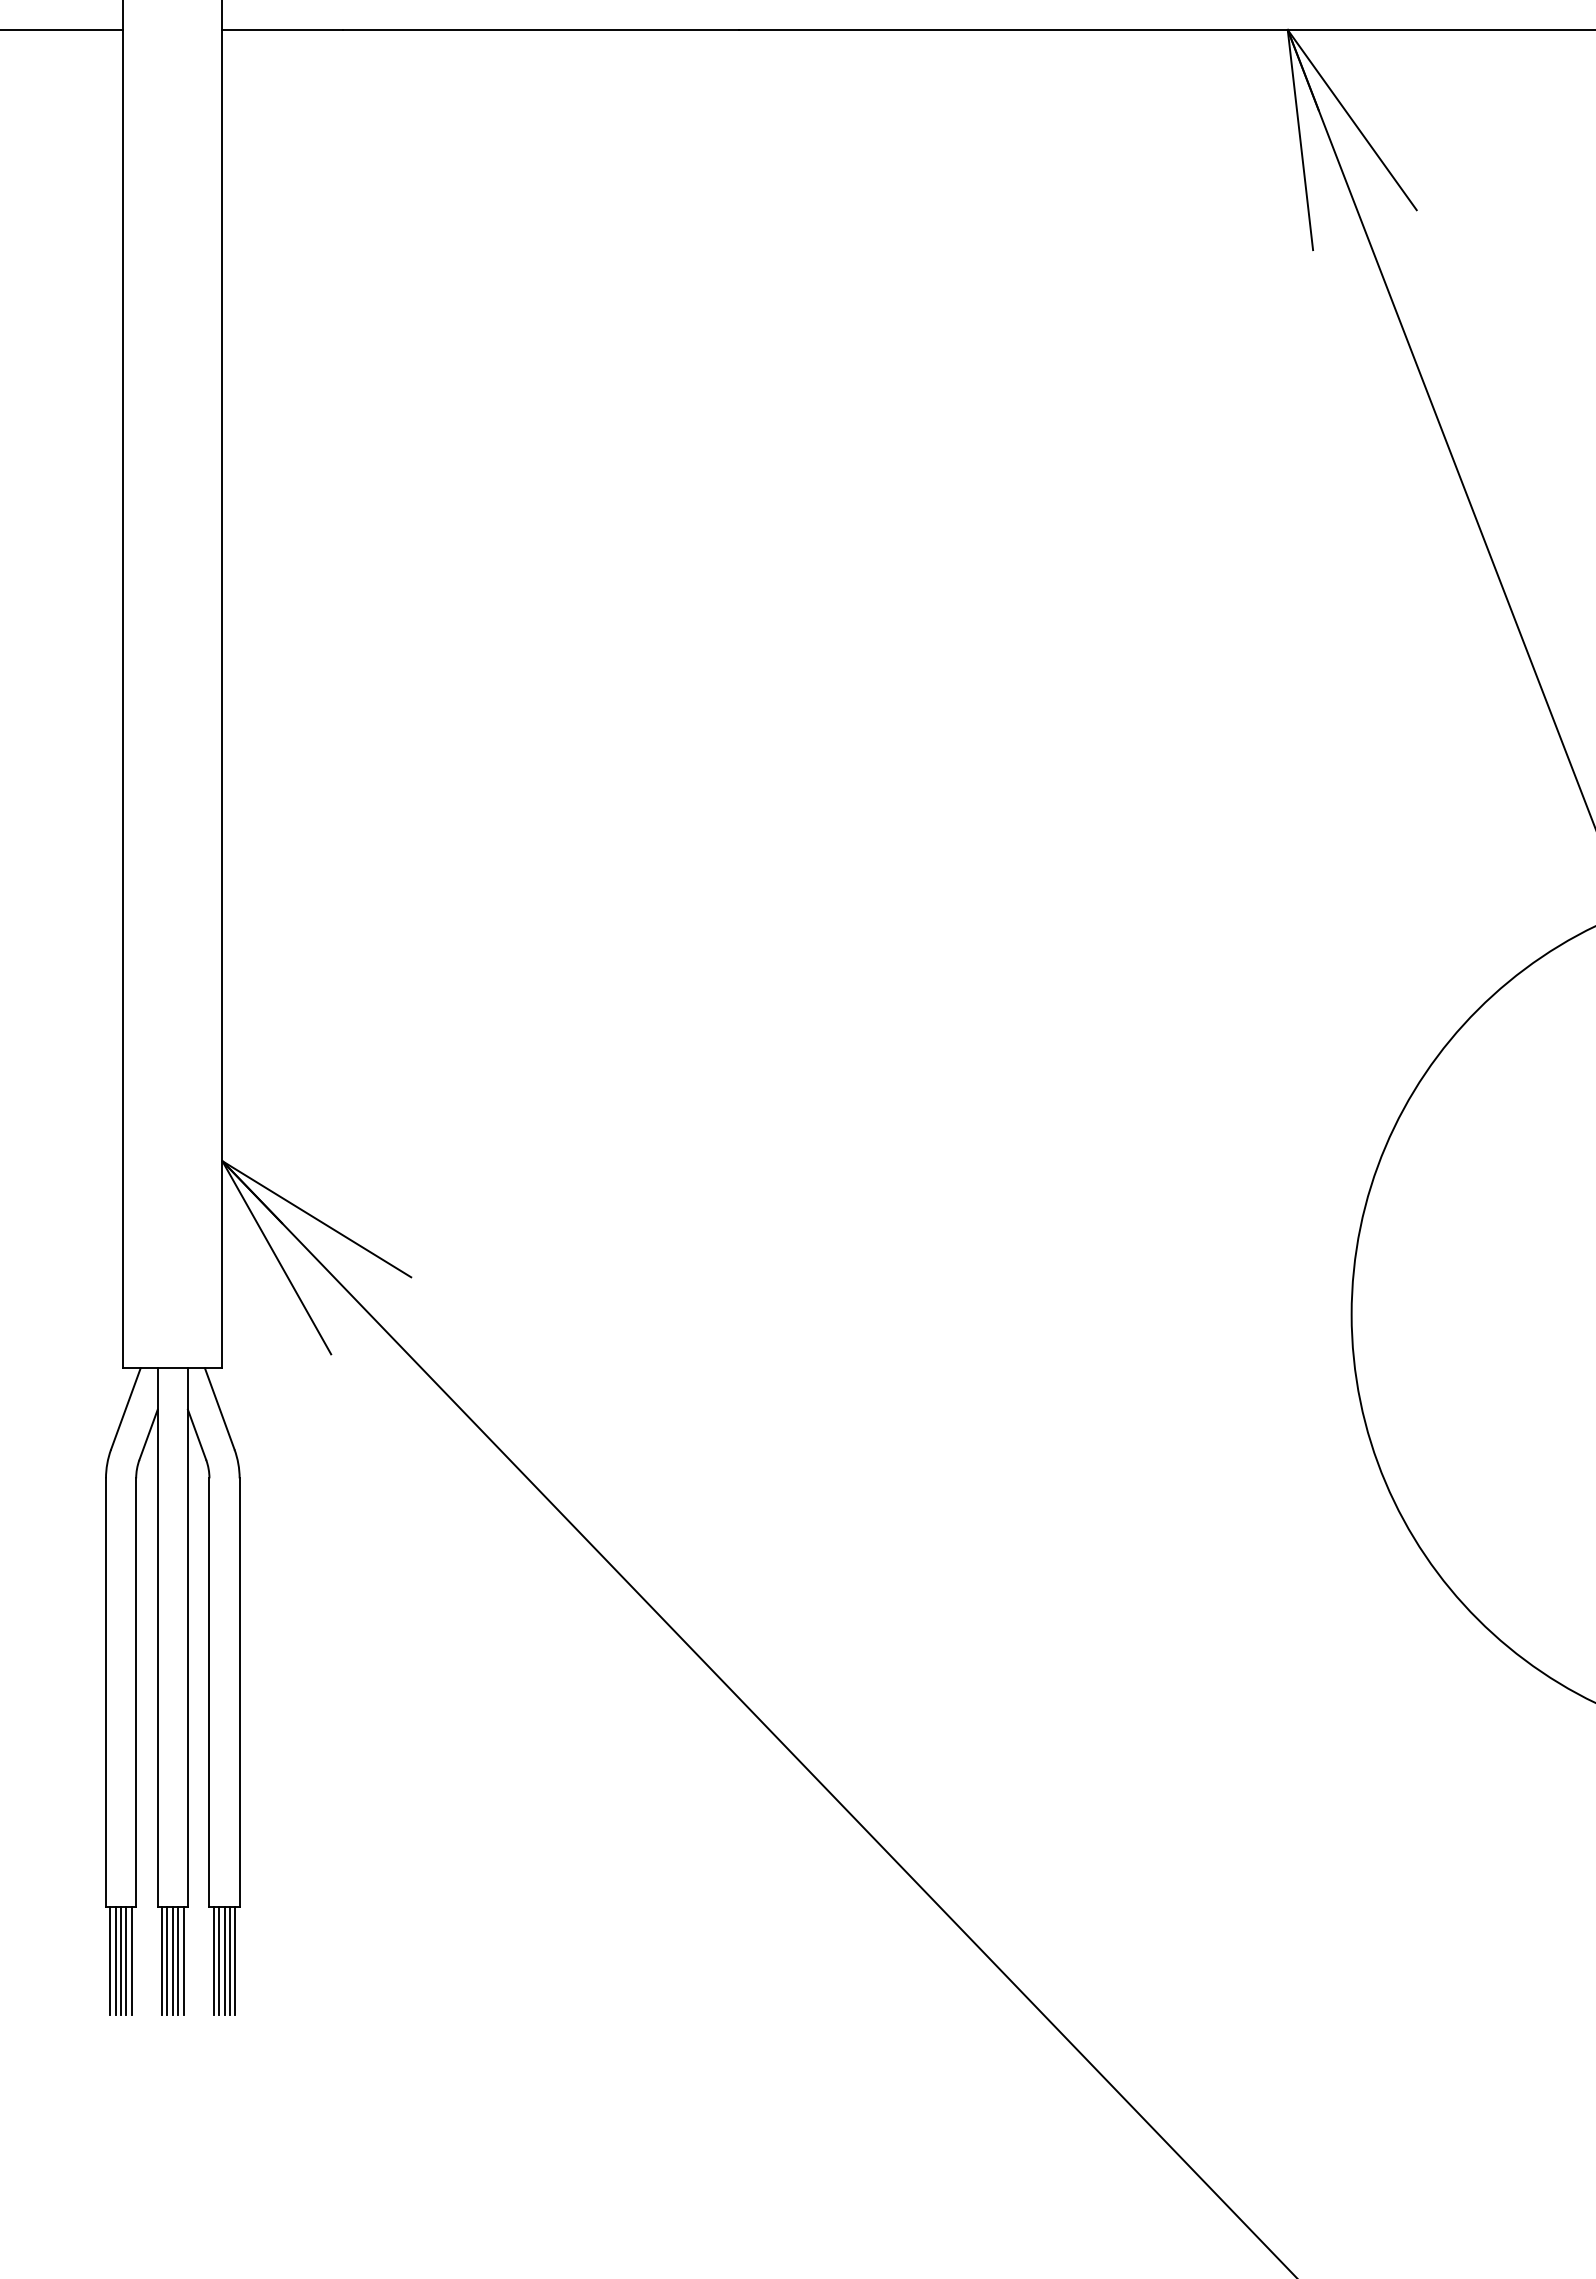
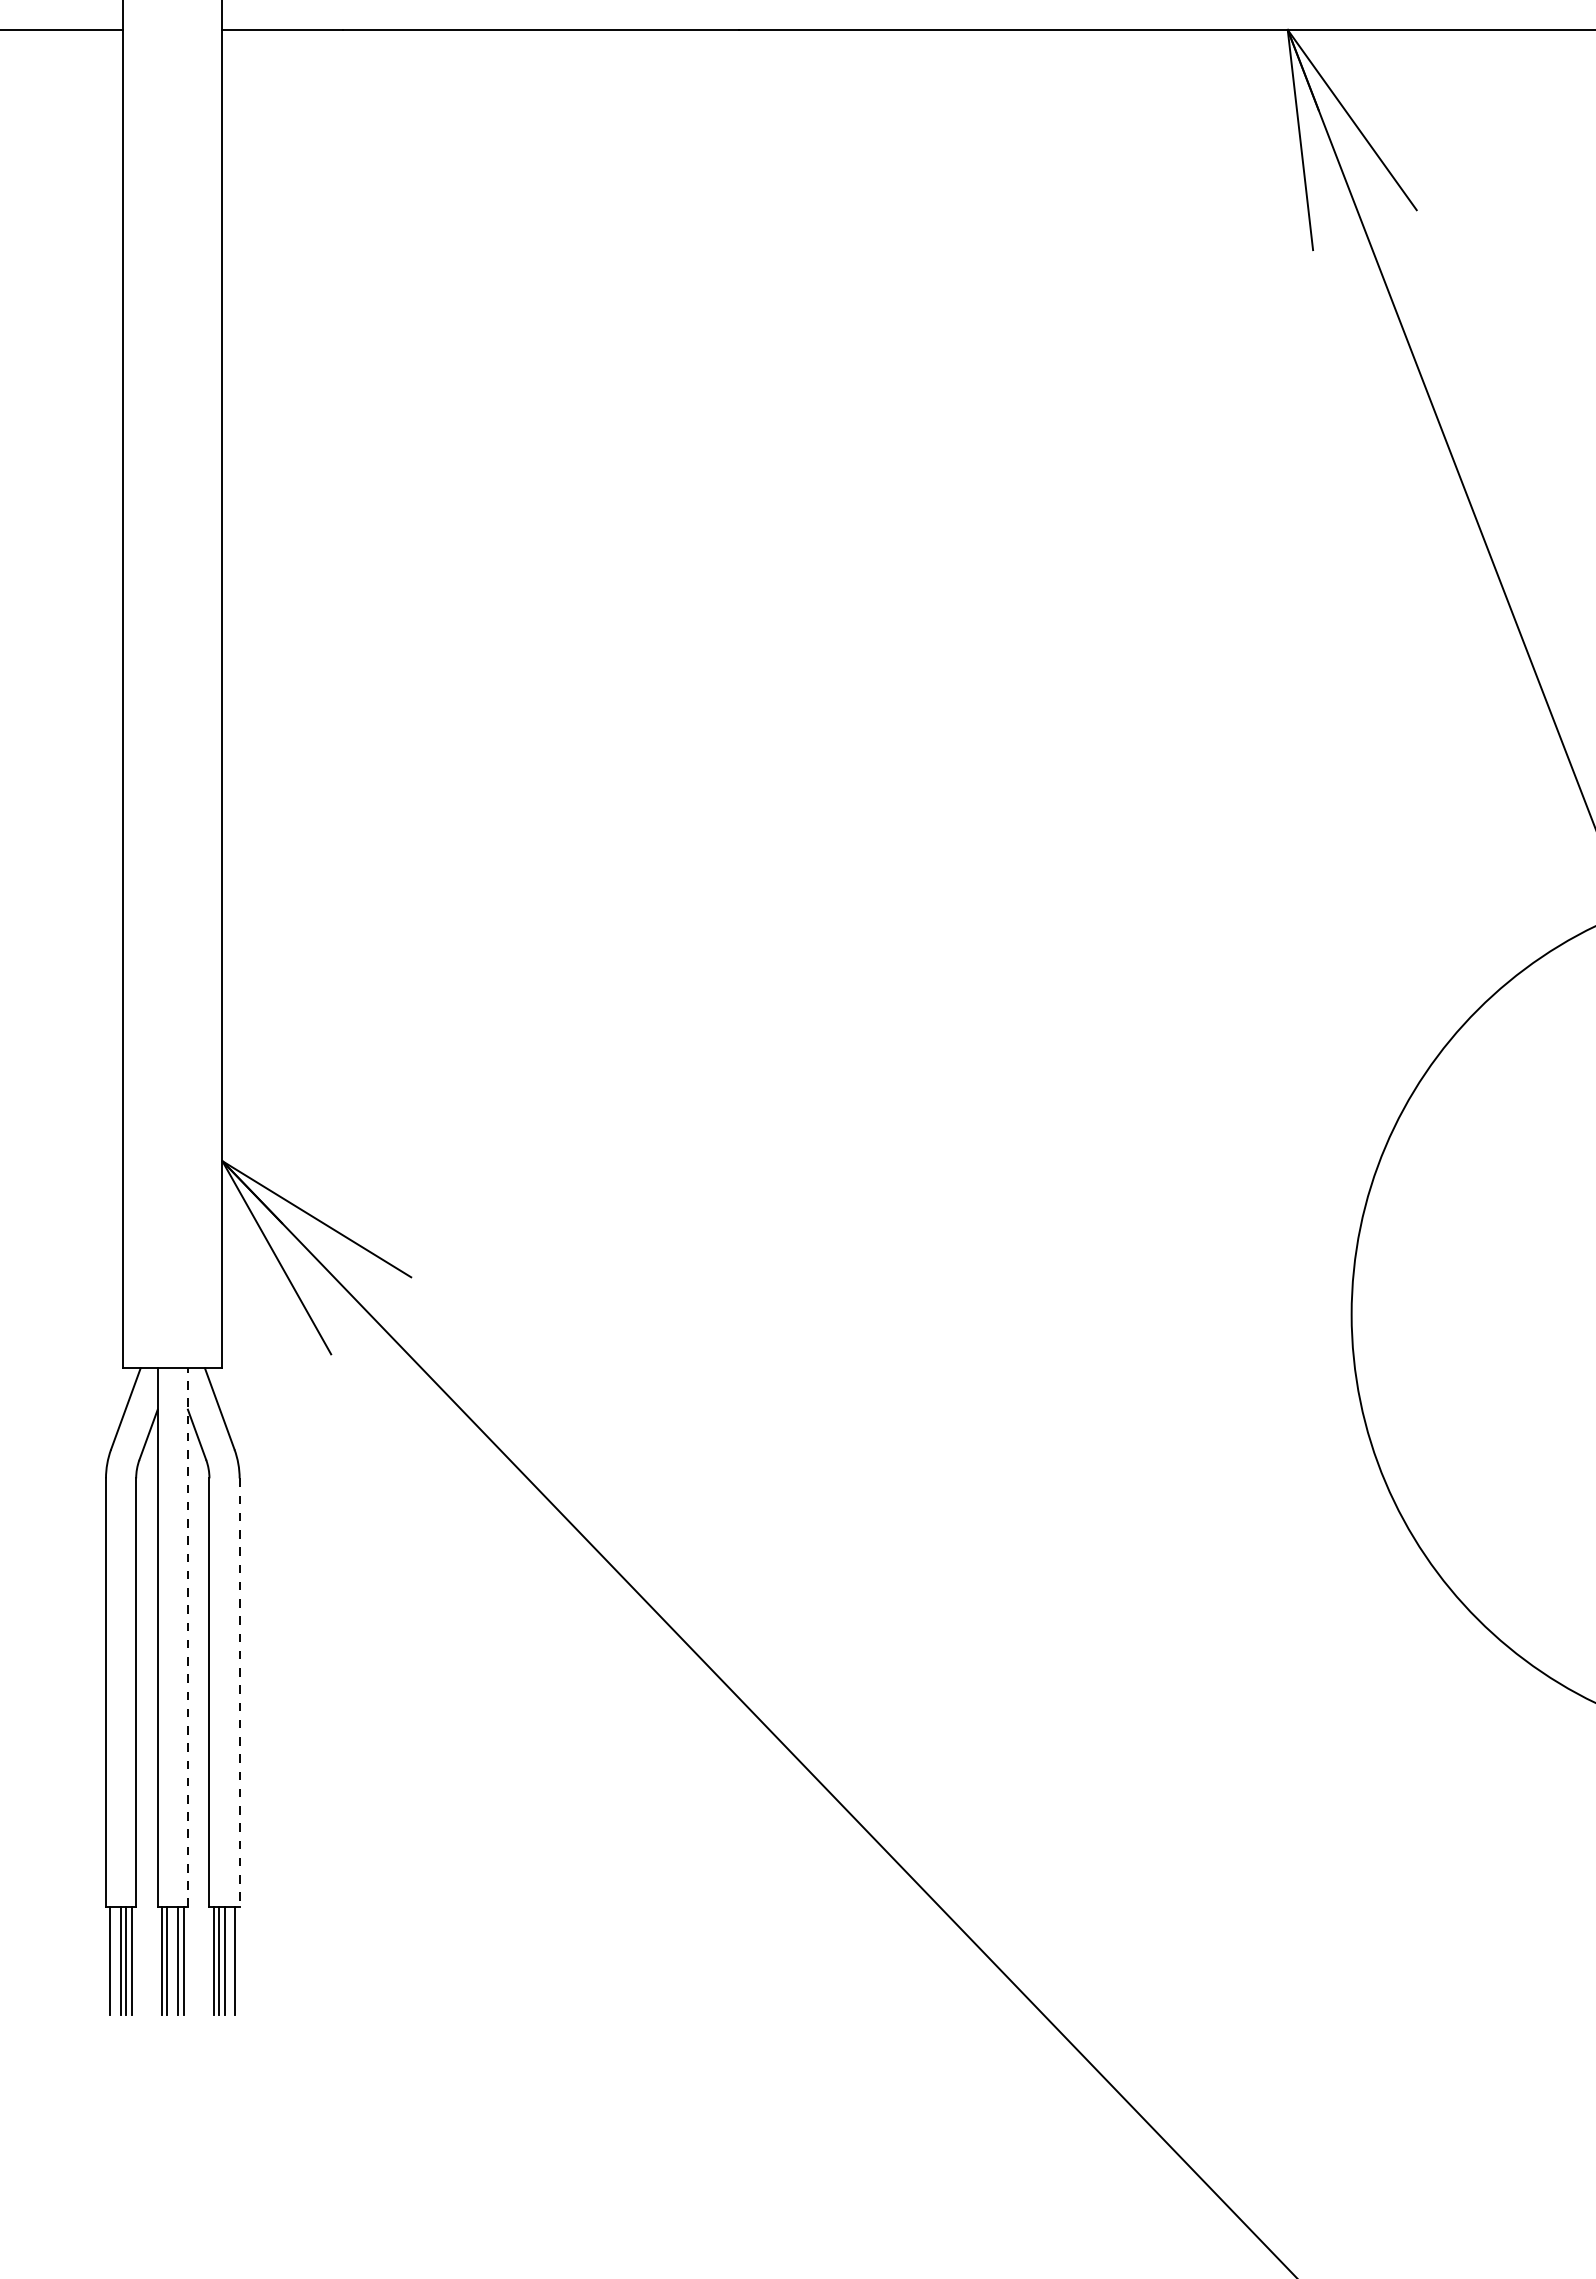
line at (187, 1637): solid -> dashed
line at (239, 1693): solid -> dashed
line at (115, 1960): present -> none
line at (172, 1960): present -> none
line at (229, 1960): present -> none
